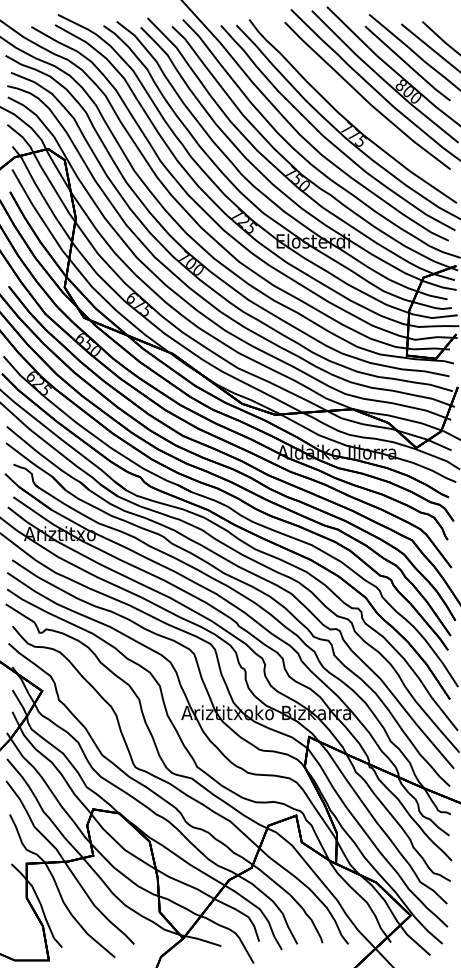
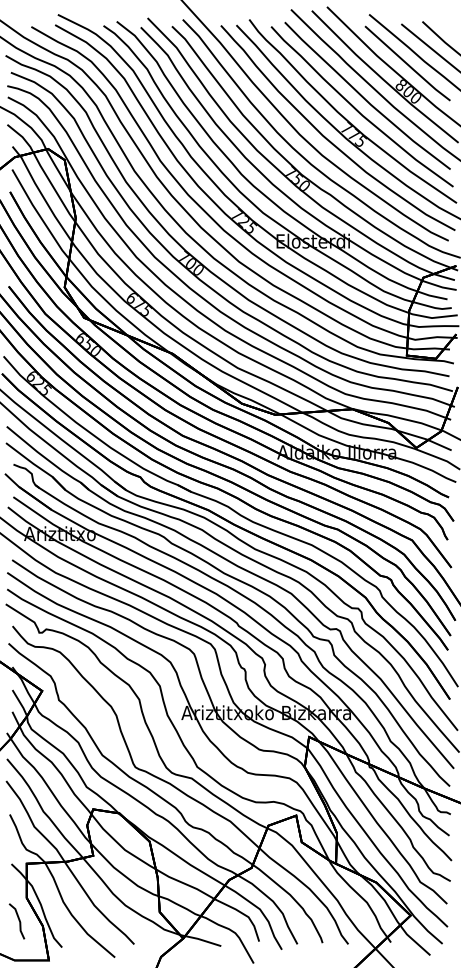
curve at (357, 109): none -> present
part at (16, 921): none -> present
